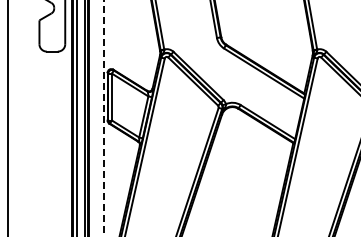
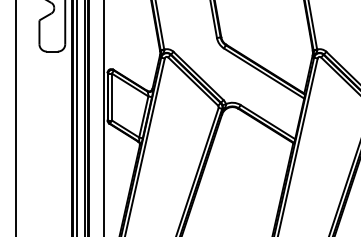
line at (7, 117) position: (7, 117) -> (15, 117)
line at (103, 118): dashed -> solid
